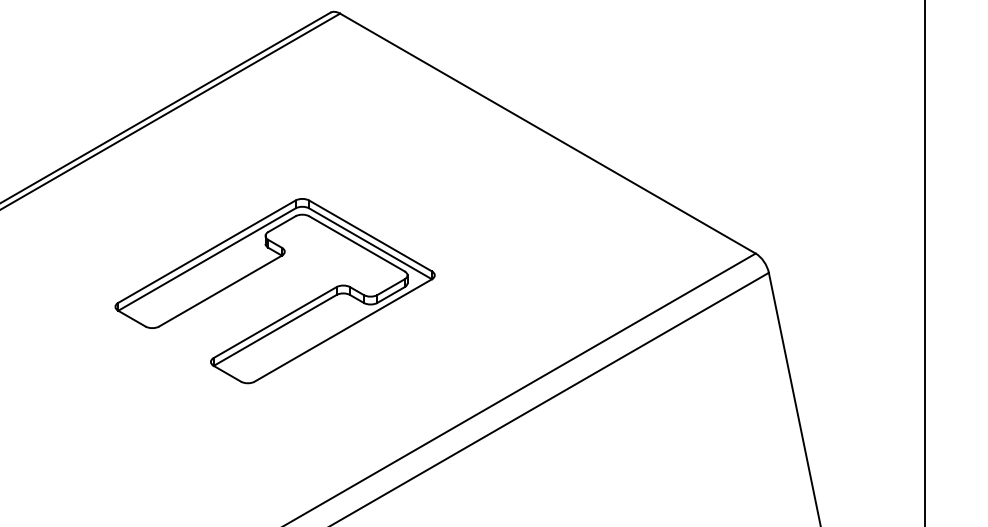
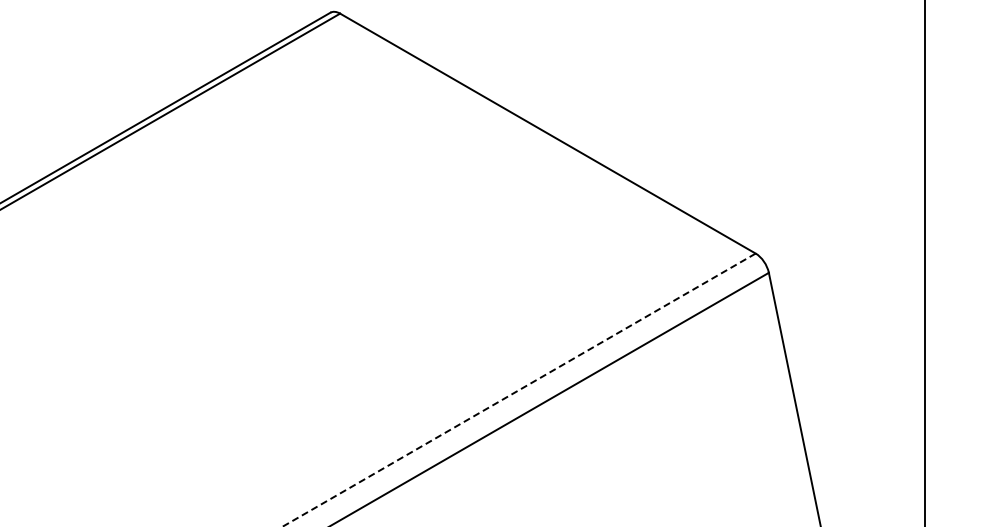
part at (260, 269): present -> none
line at (518, 390): solid -> dashed
